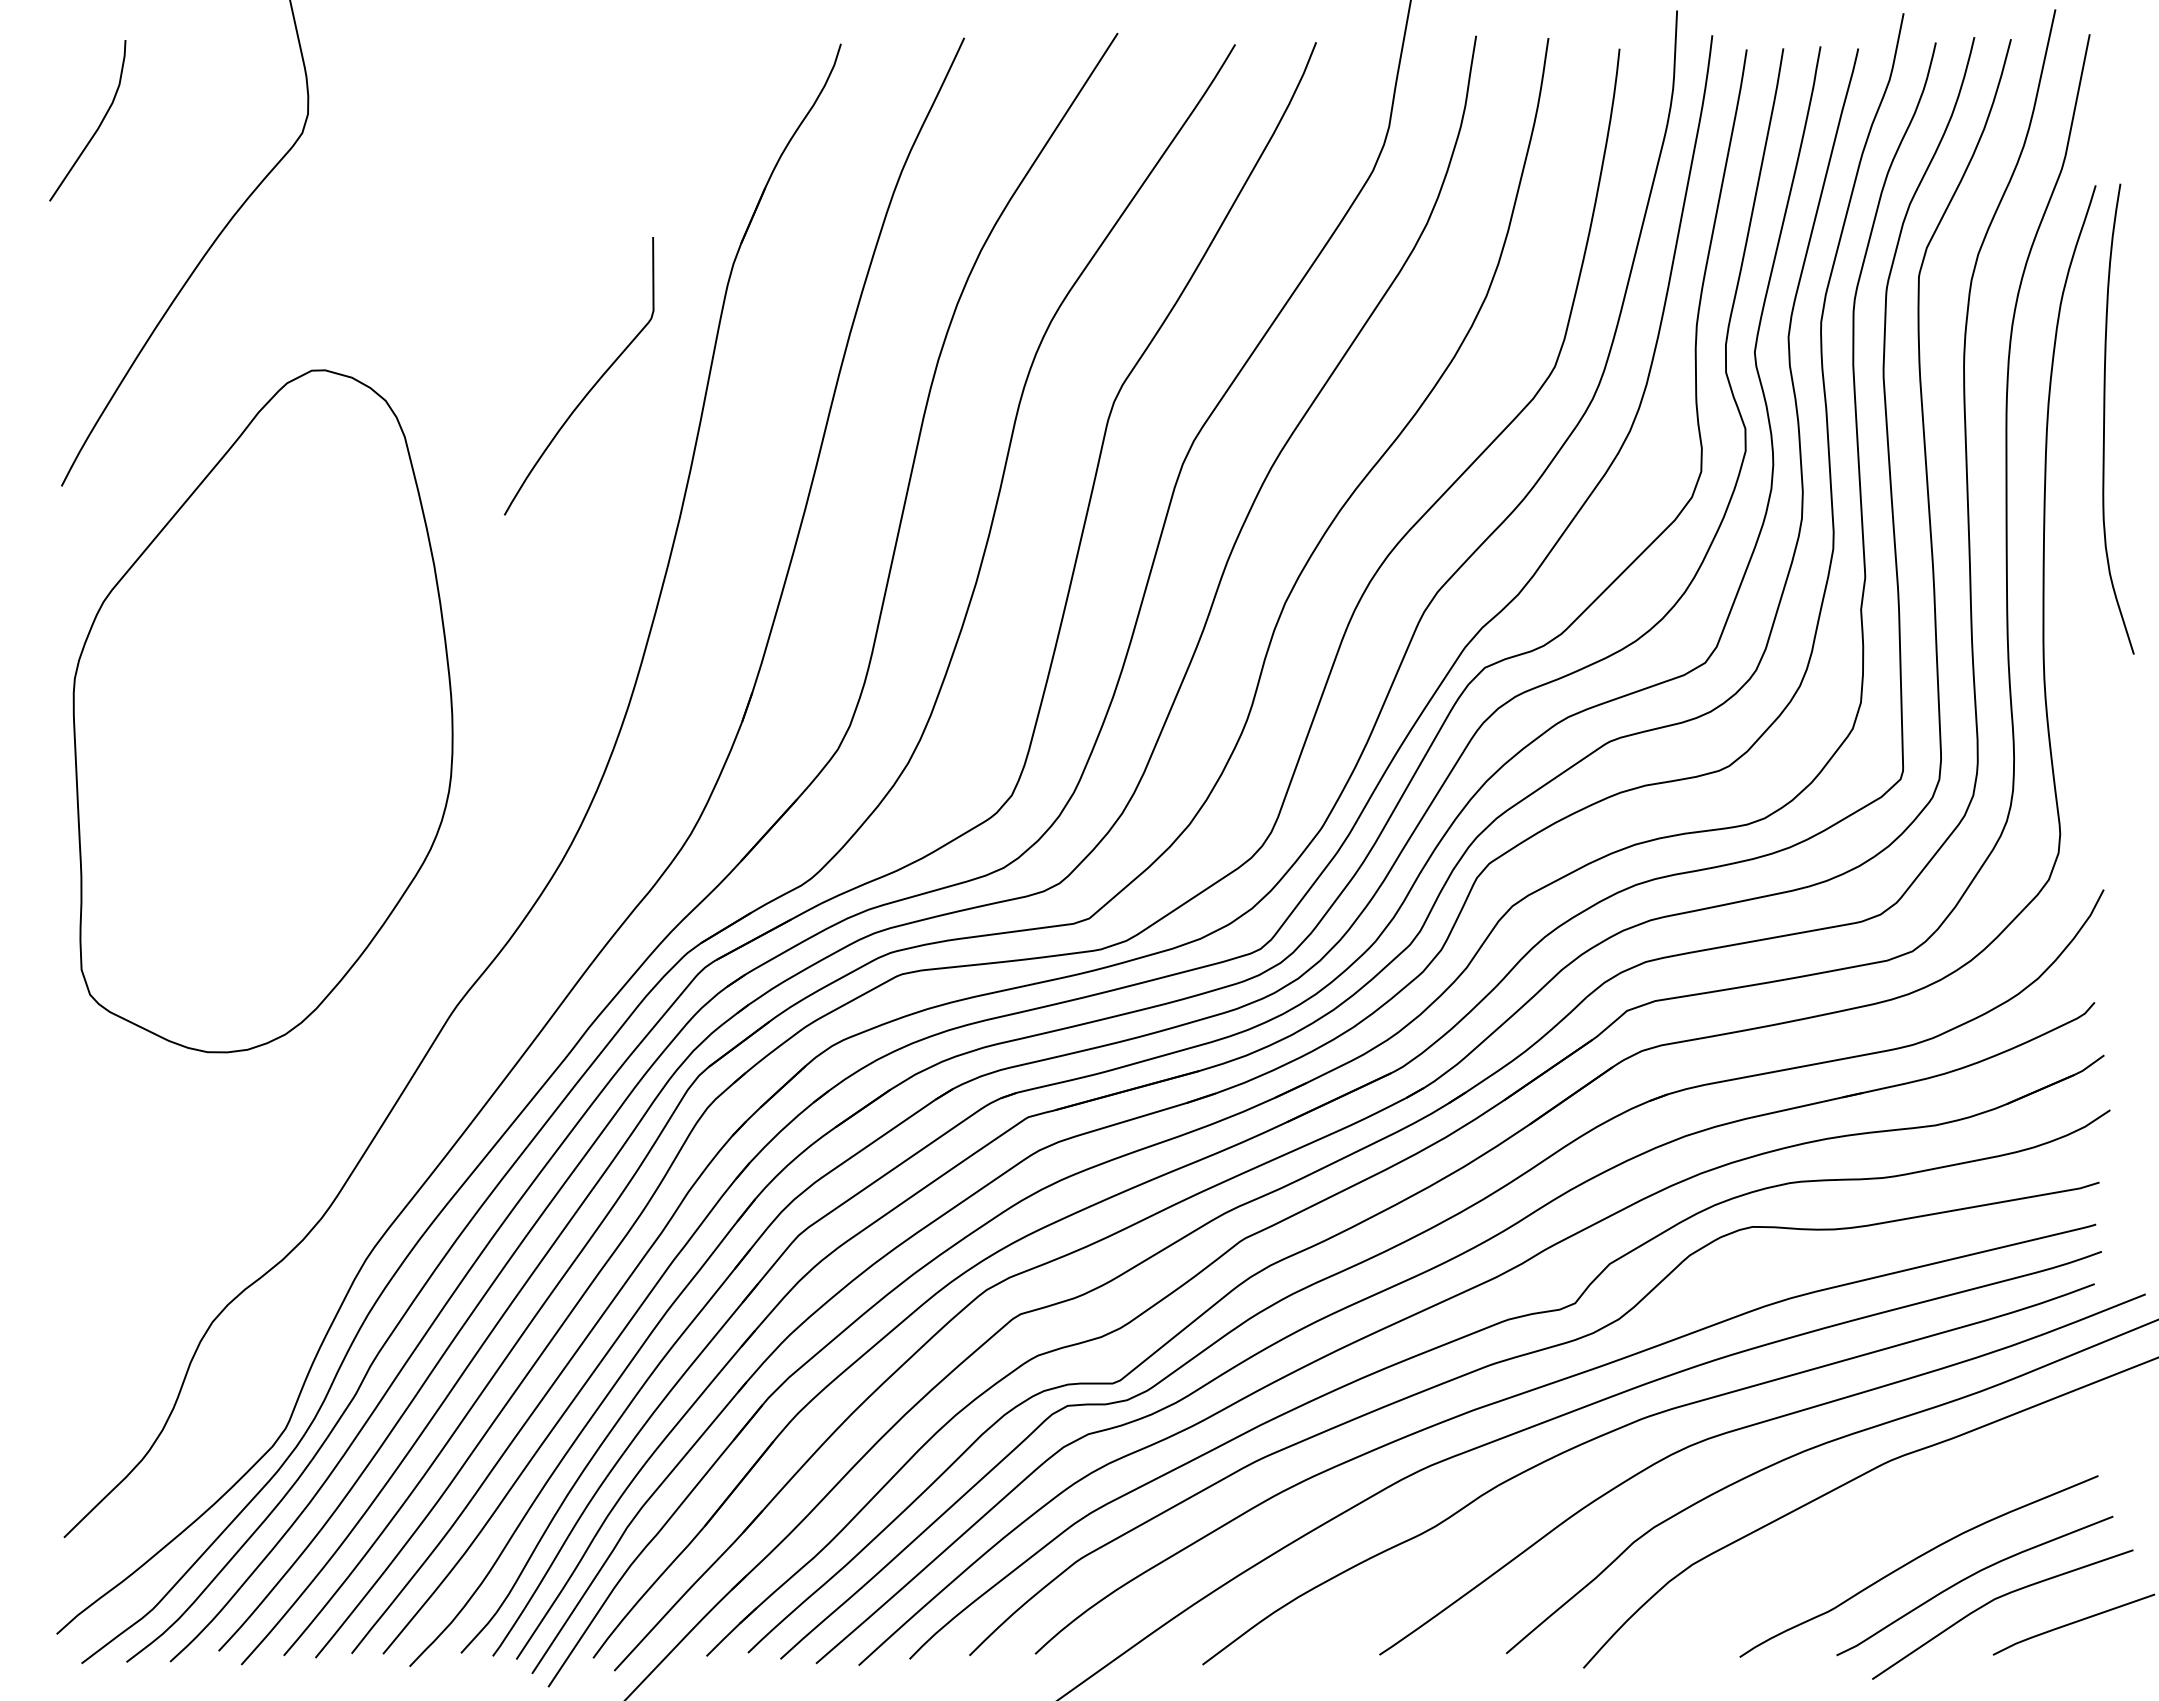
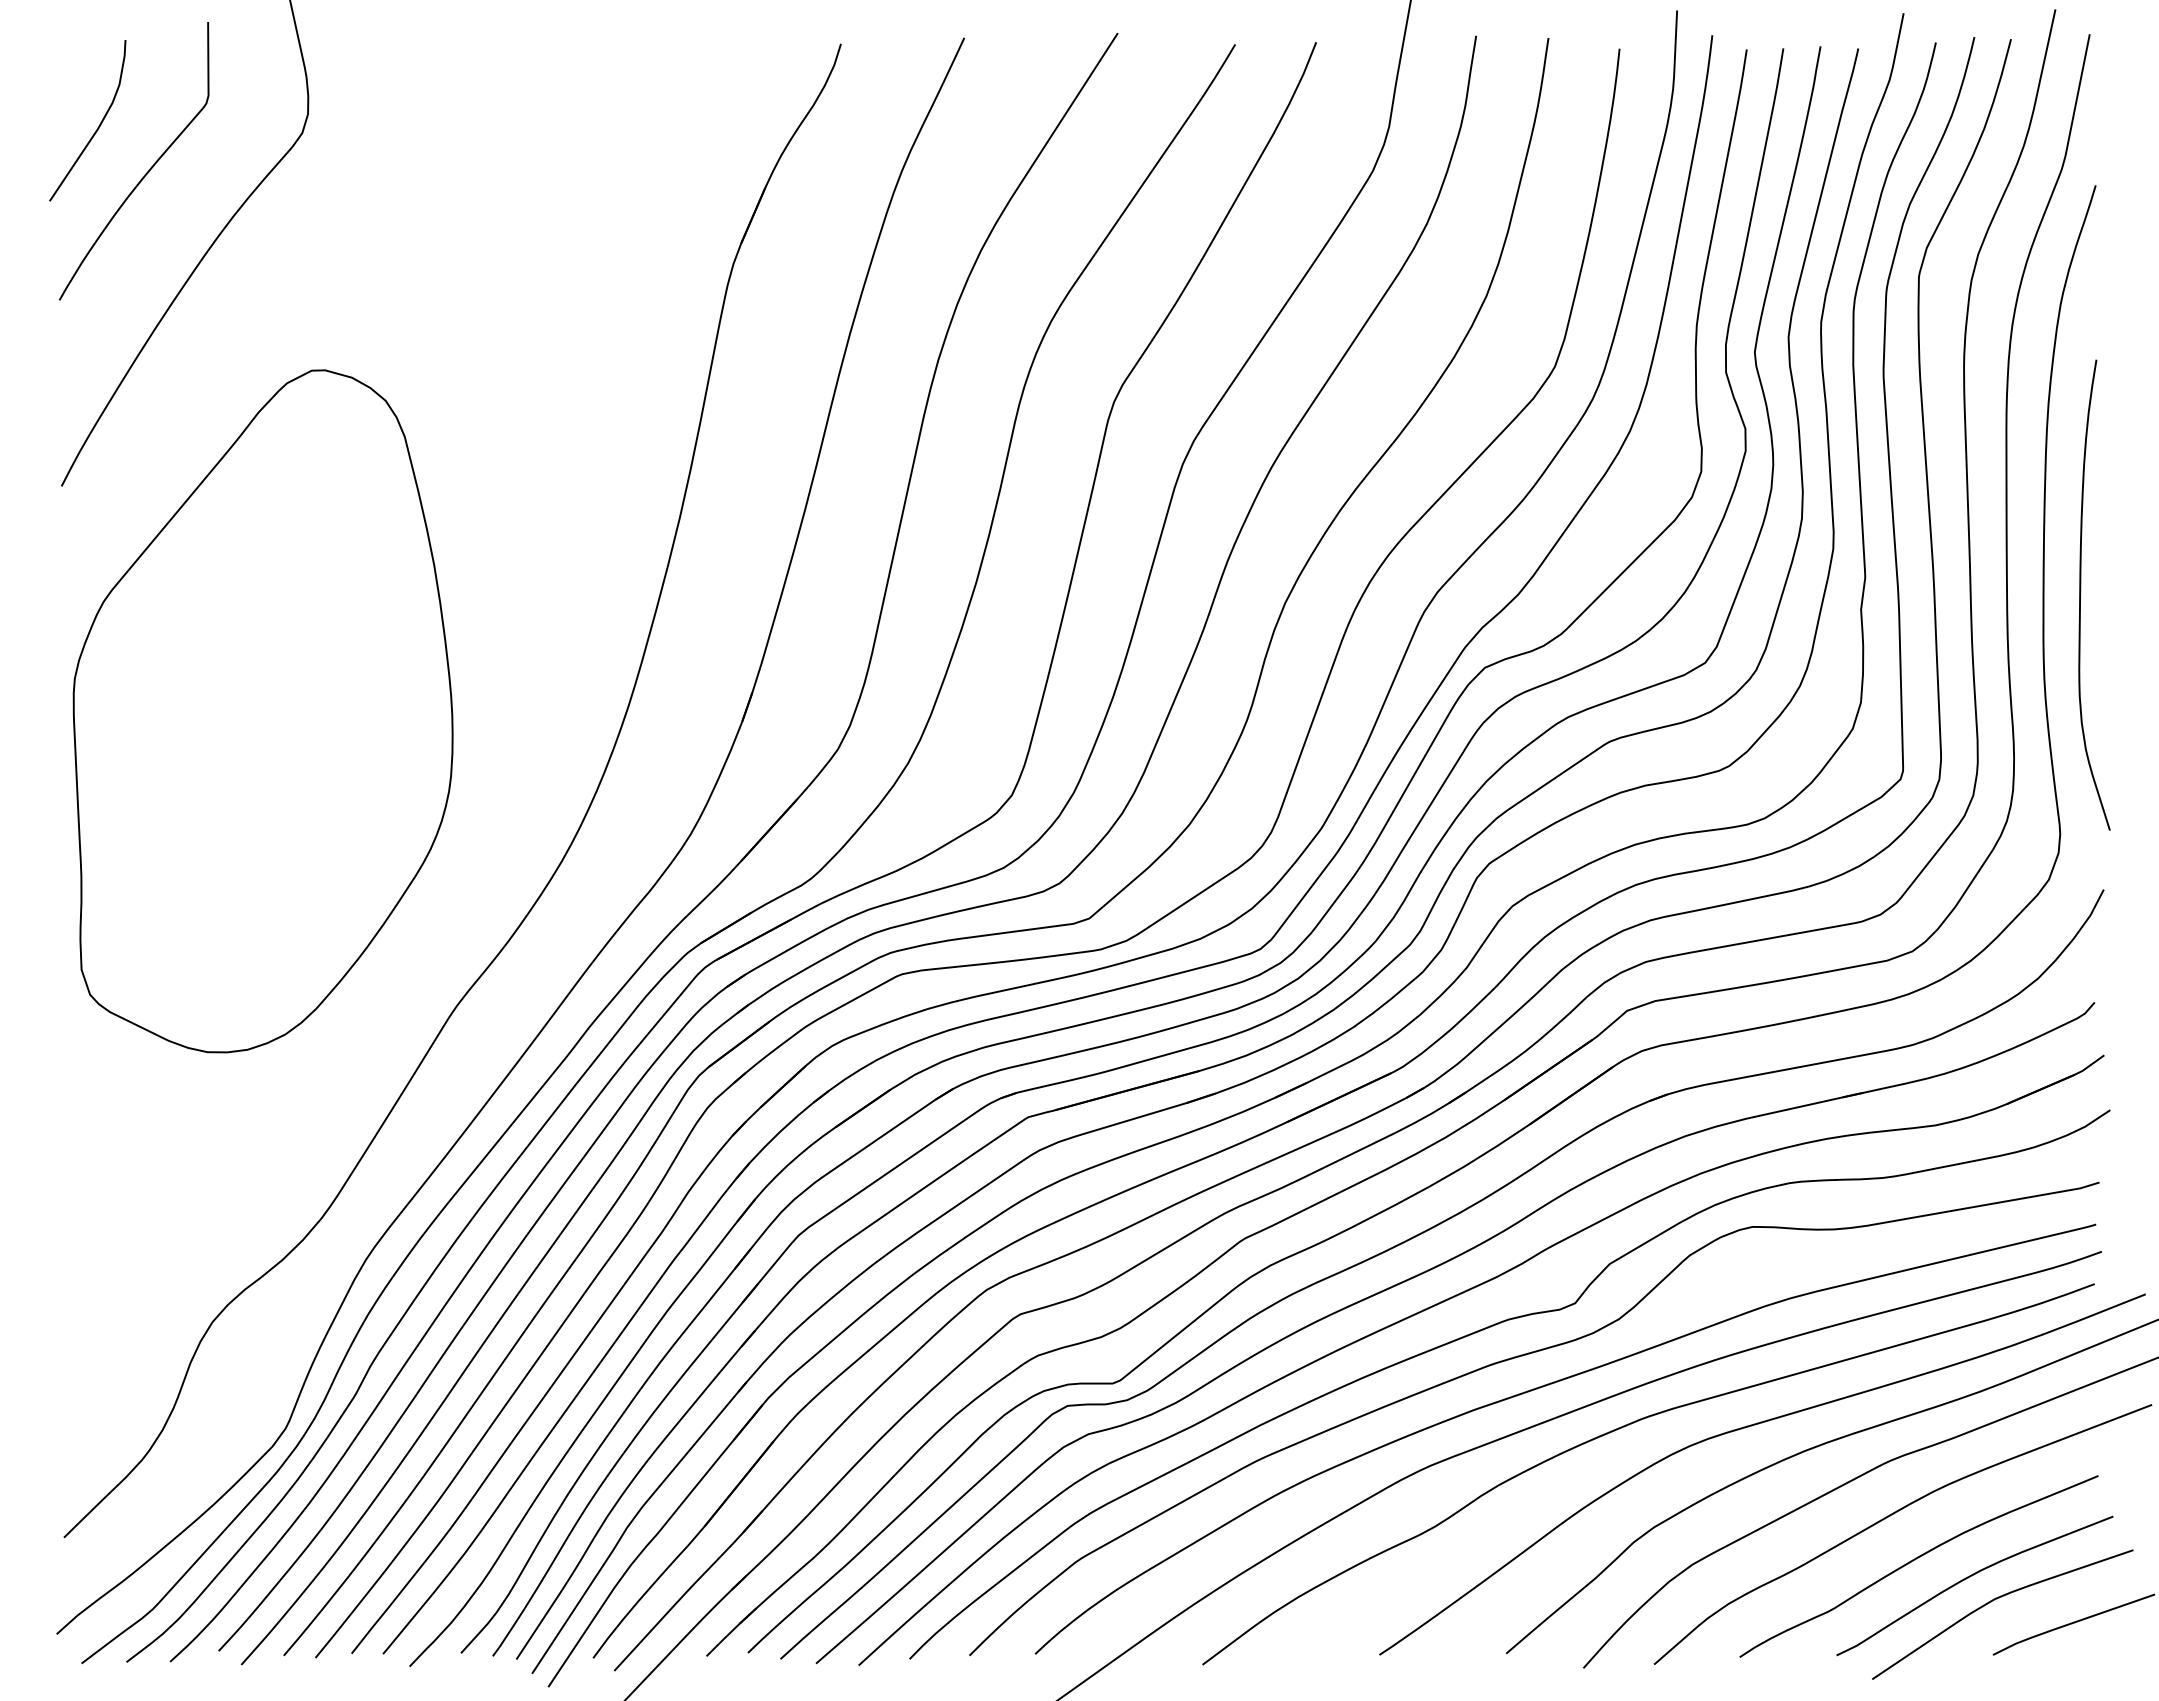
curve at (591, 387) position: (591, 387) -> (146, 172)
curve at (2105, 417) position: (2105, 417) -> (2081, 593)
curve at (1892, 1515): none -> present
